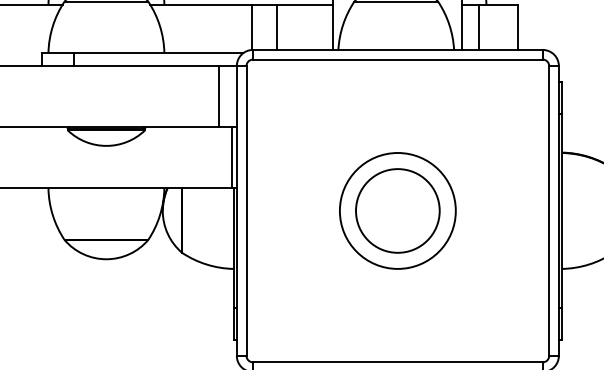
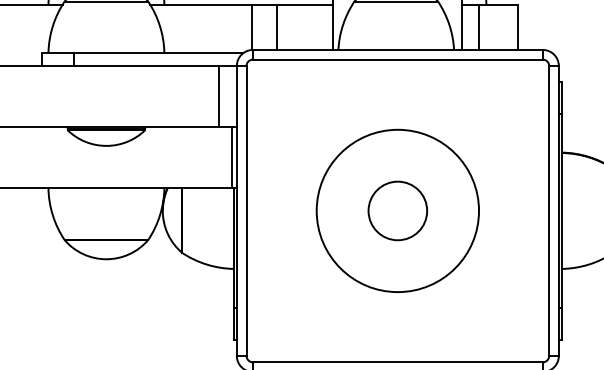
circle at (397, 210) diameter: 116 px -> 162 px
circle at (397, 210) diameter: 84 px -> 59 px
